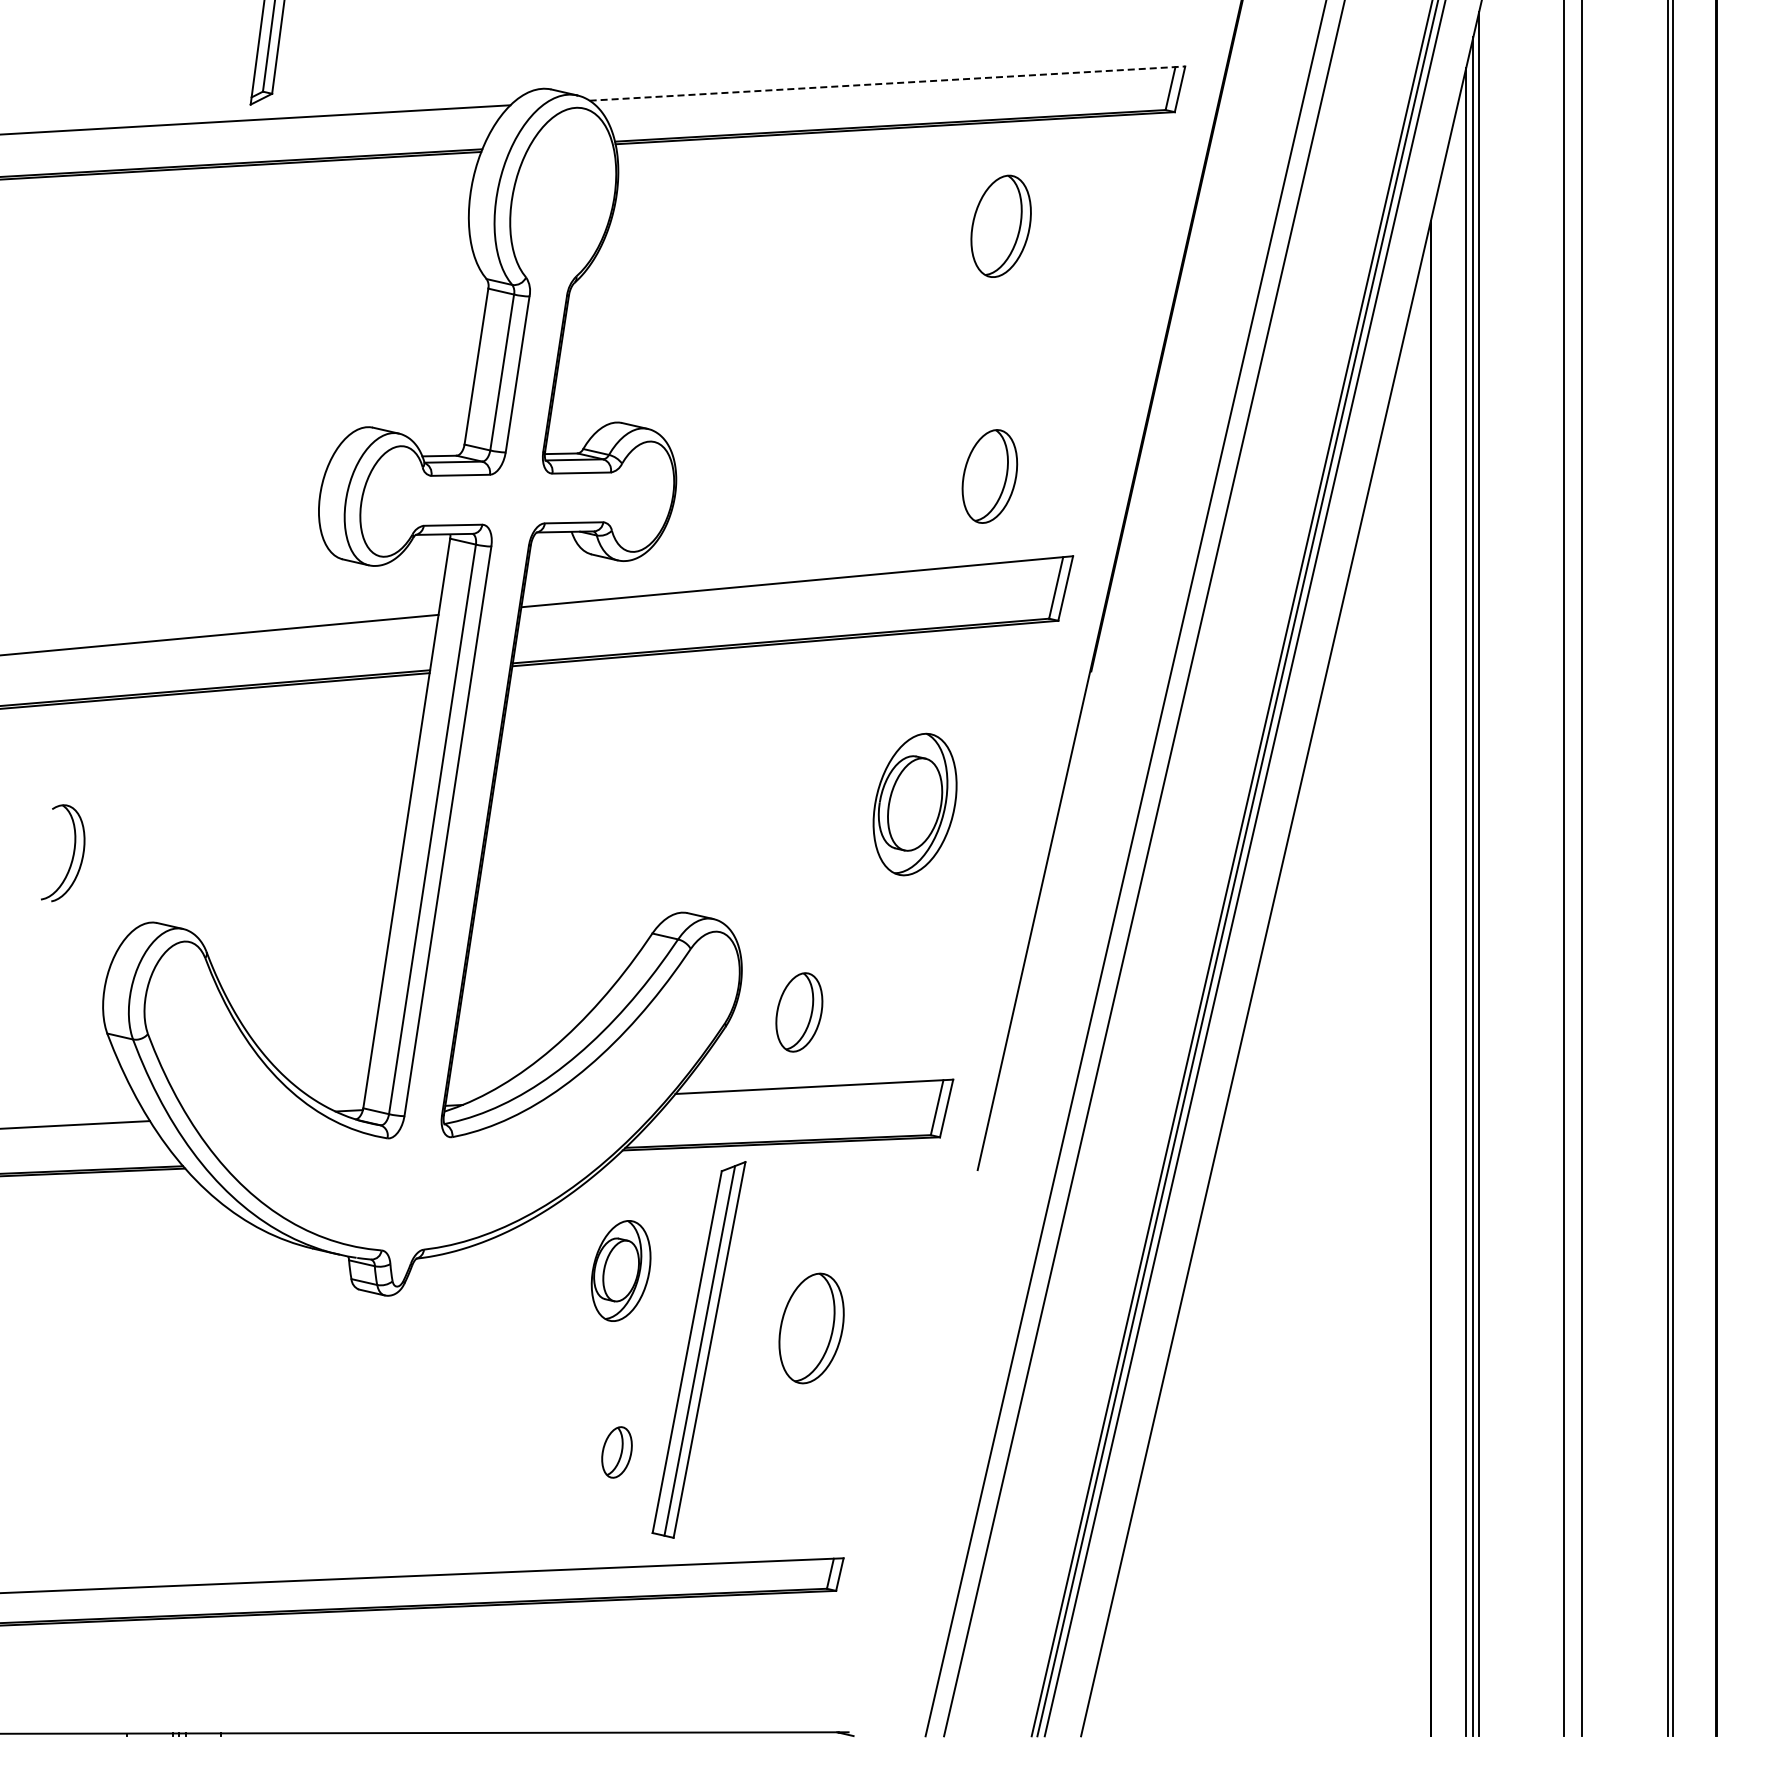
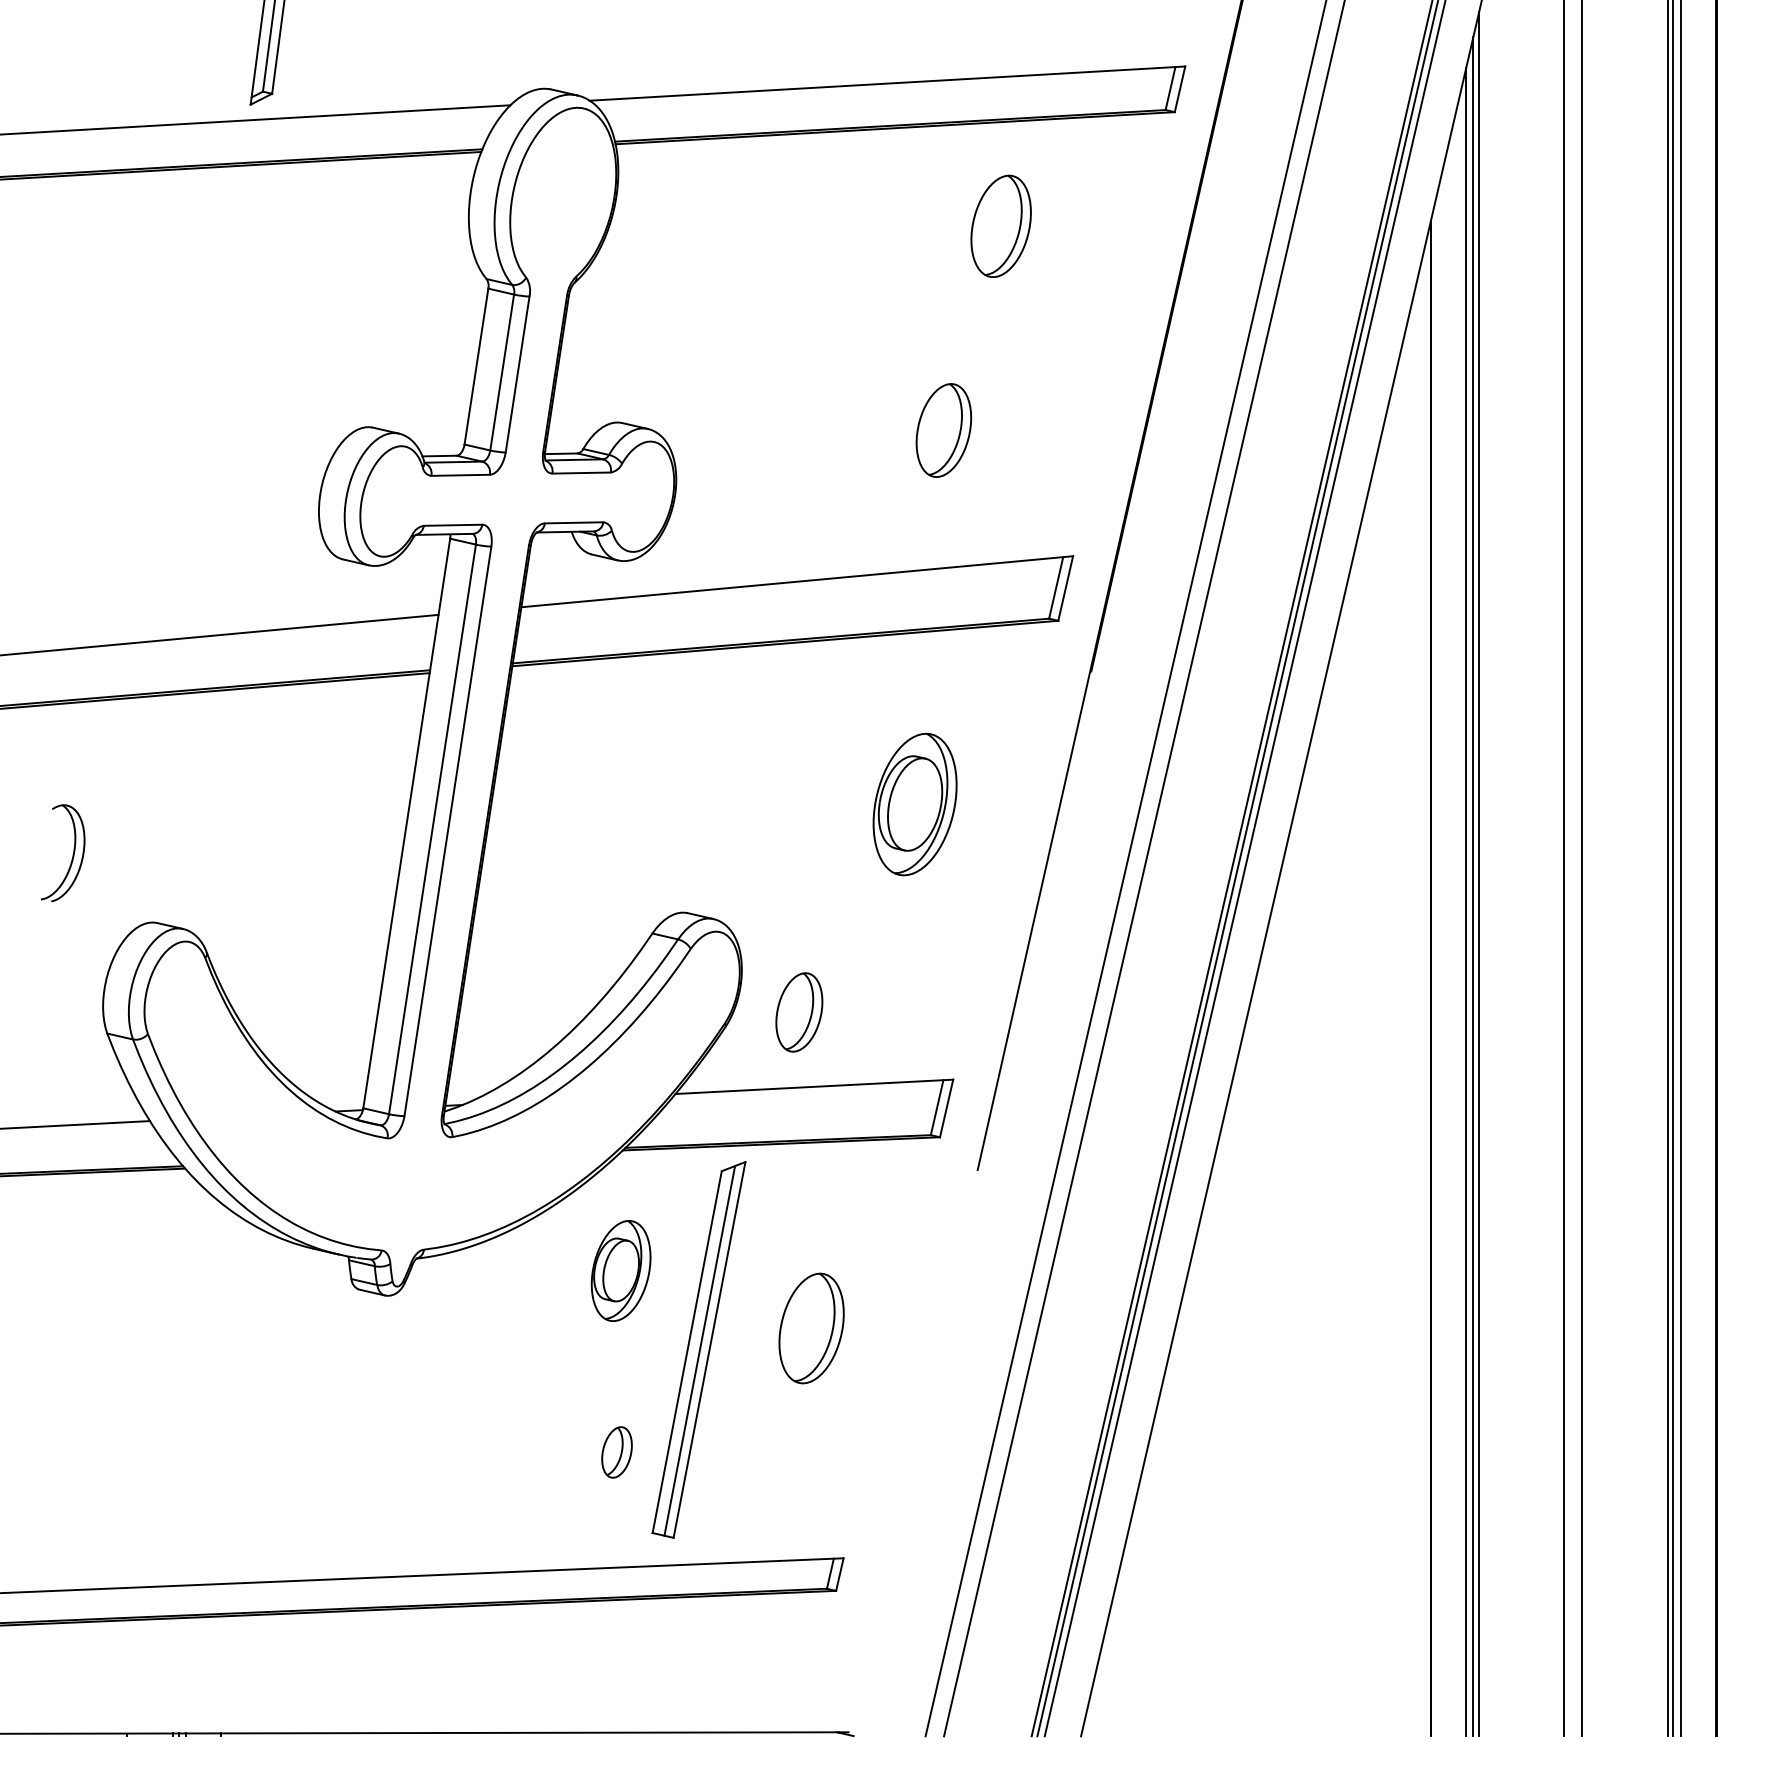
line at (887, 83): dashed -> solid
part at (989, 476) position: (989, 476) -> (943, 430)
line at (1680, 869): none -> present
